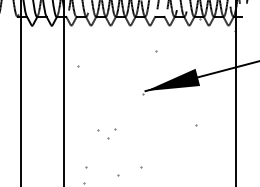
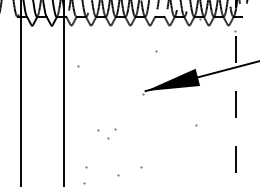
line at (235, 93): solid -> dashed
